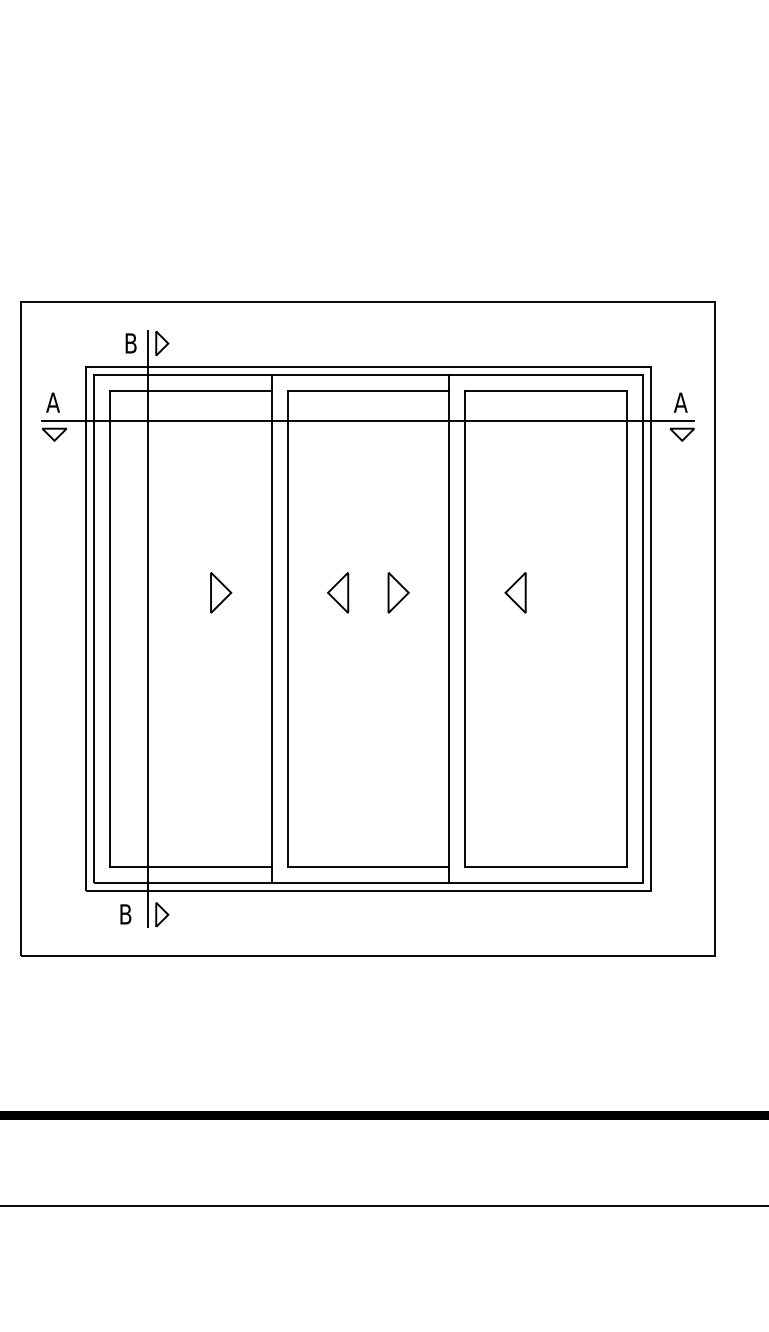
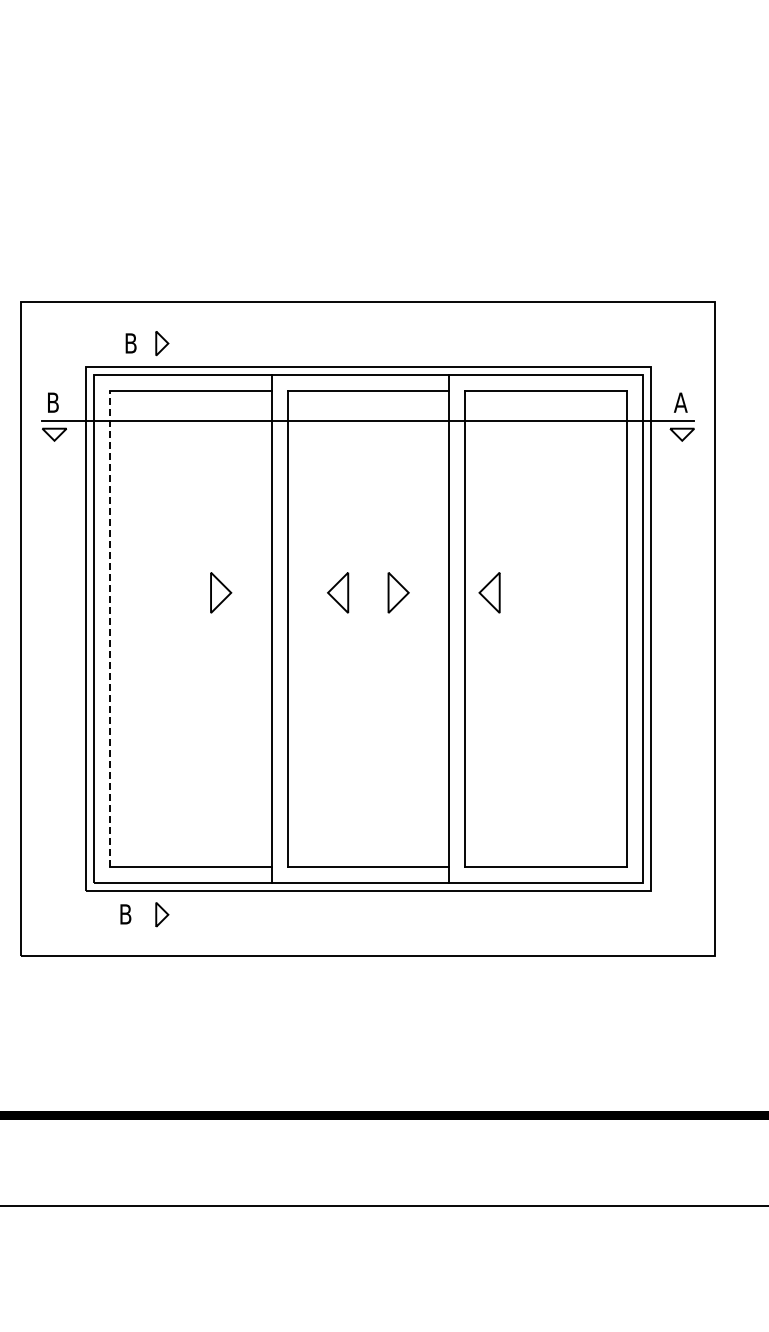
text at (52, 402): A -> B
part at (515, 592) position: (515, 592) -> (489, 592)
line at (110, 628): solid -> dashed
line at (148, 628): present -> none
